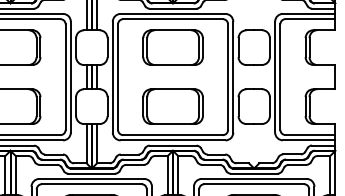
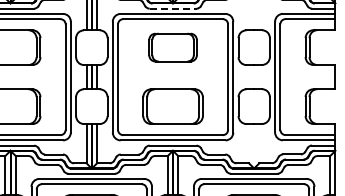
line at (173, 8): solid -> dashed
part at (172, 47) size: 62x37 px -> 50x31 px
